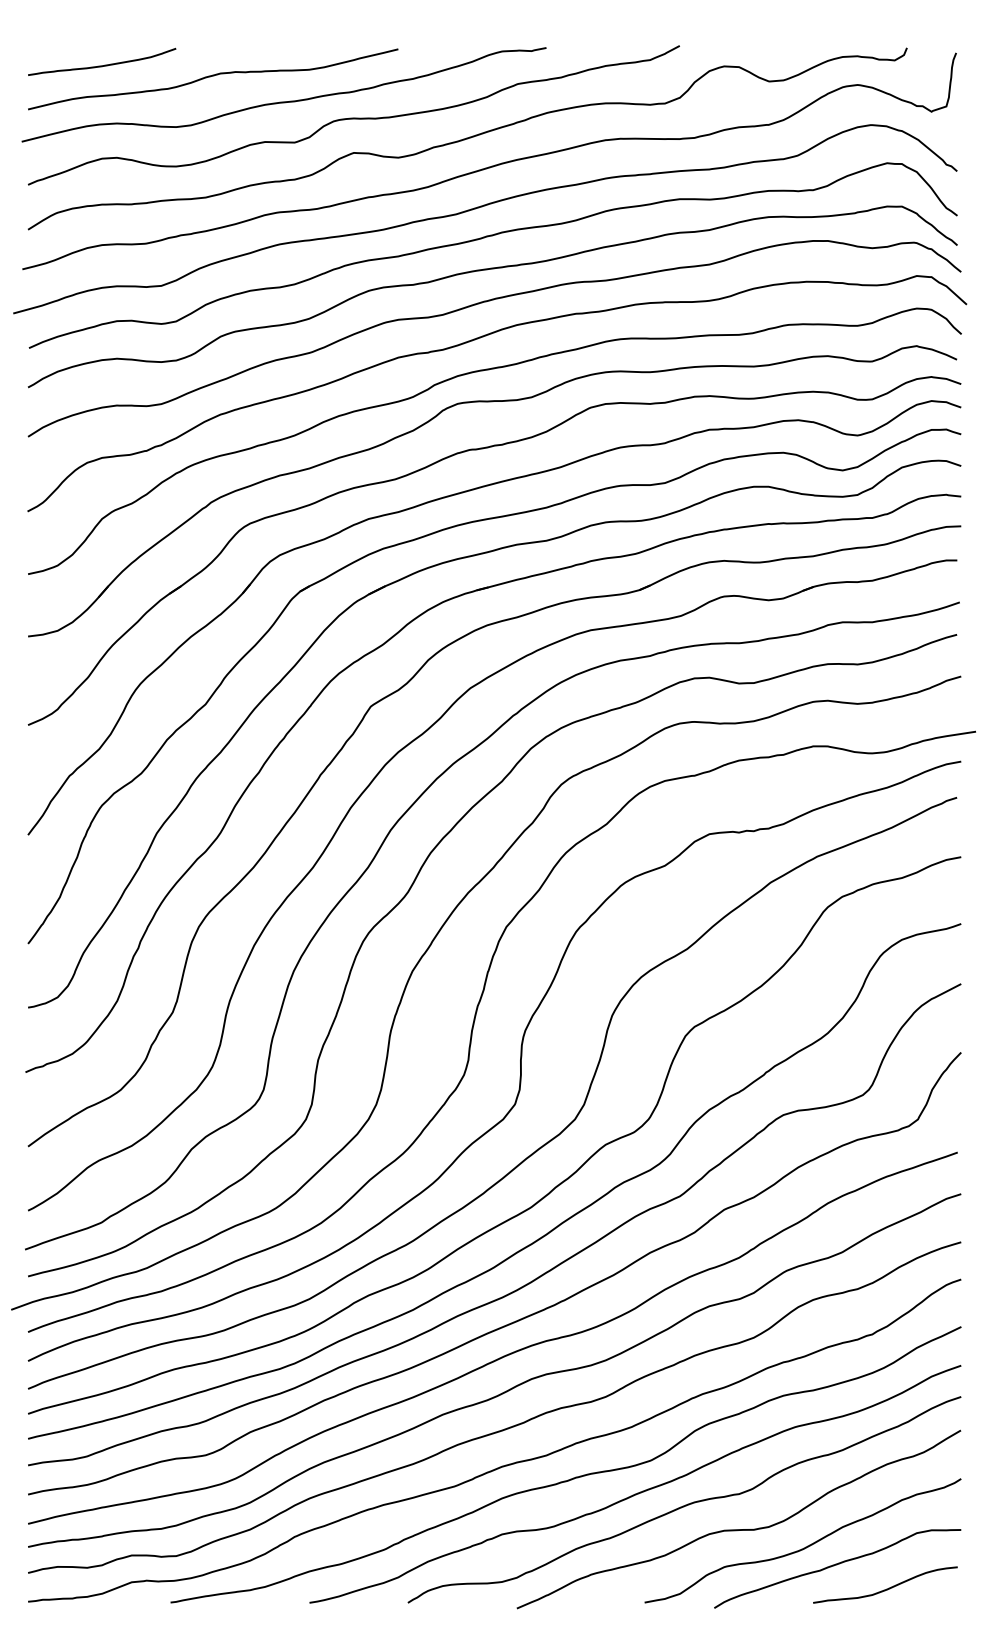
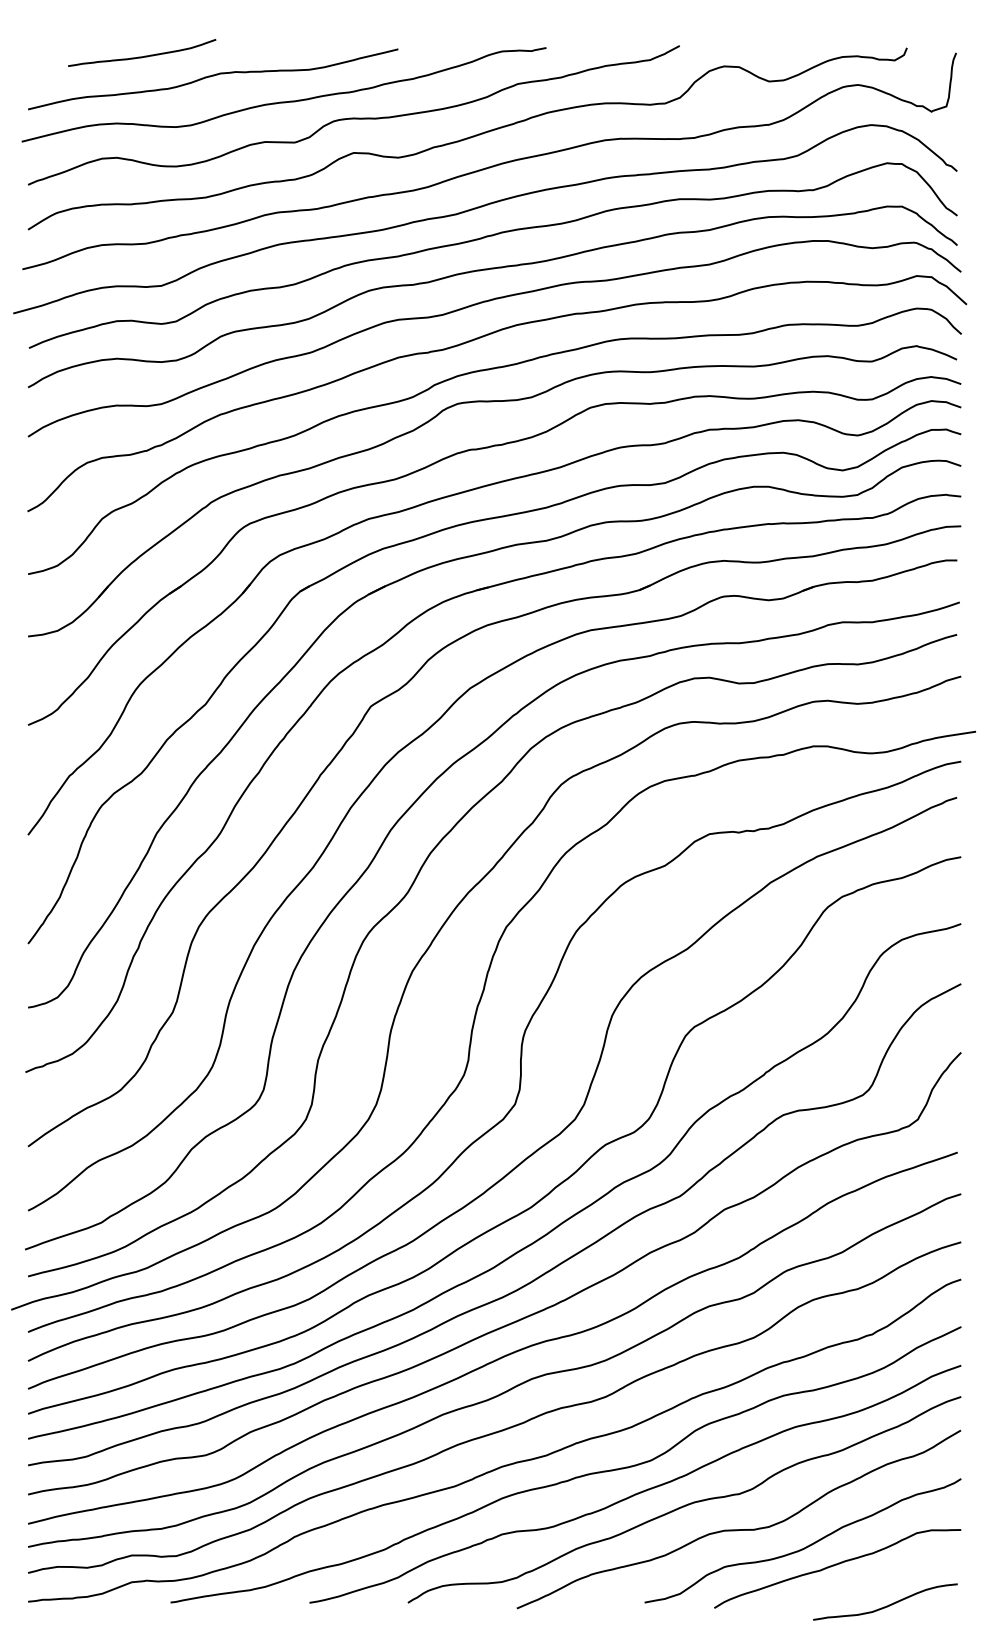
curve at (104, 64) position: (104, 64) -> (144, 55)
curve at (886, 1588) position: (886, 1588) -> (886, 1605)
